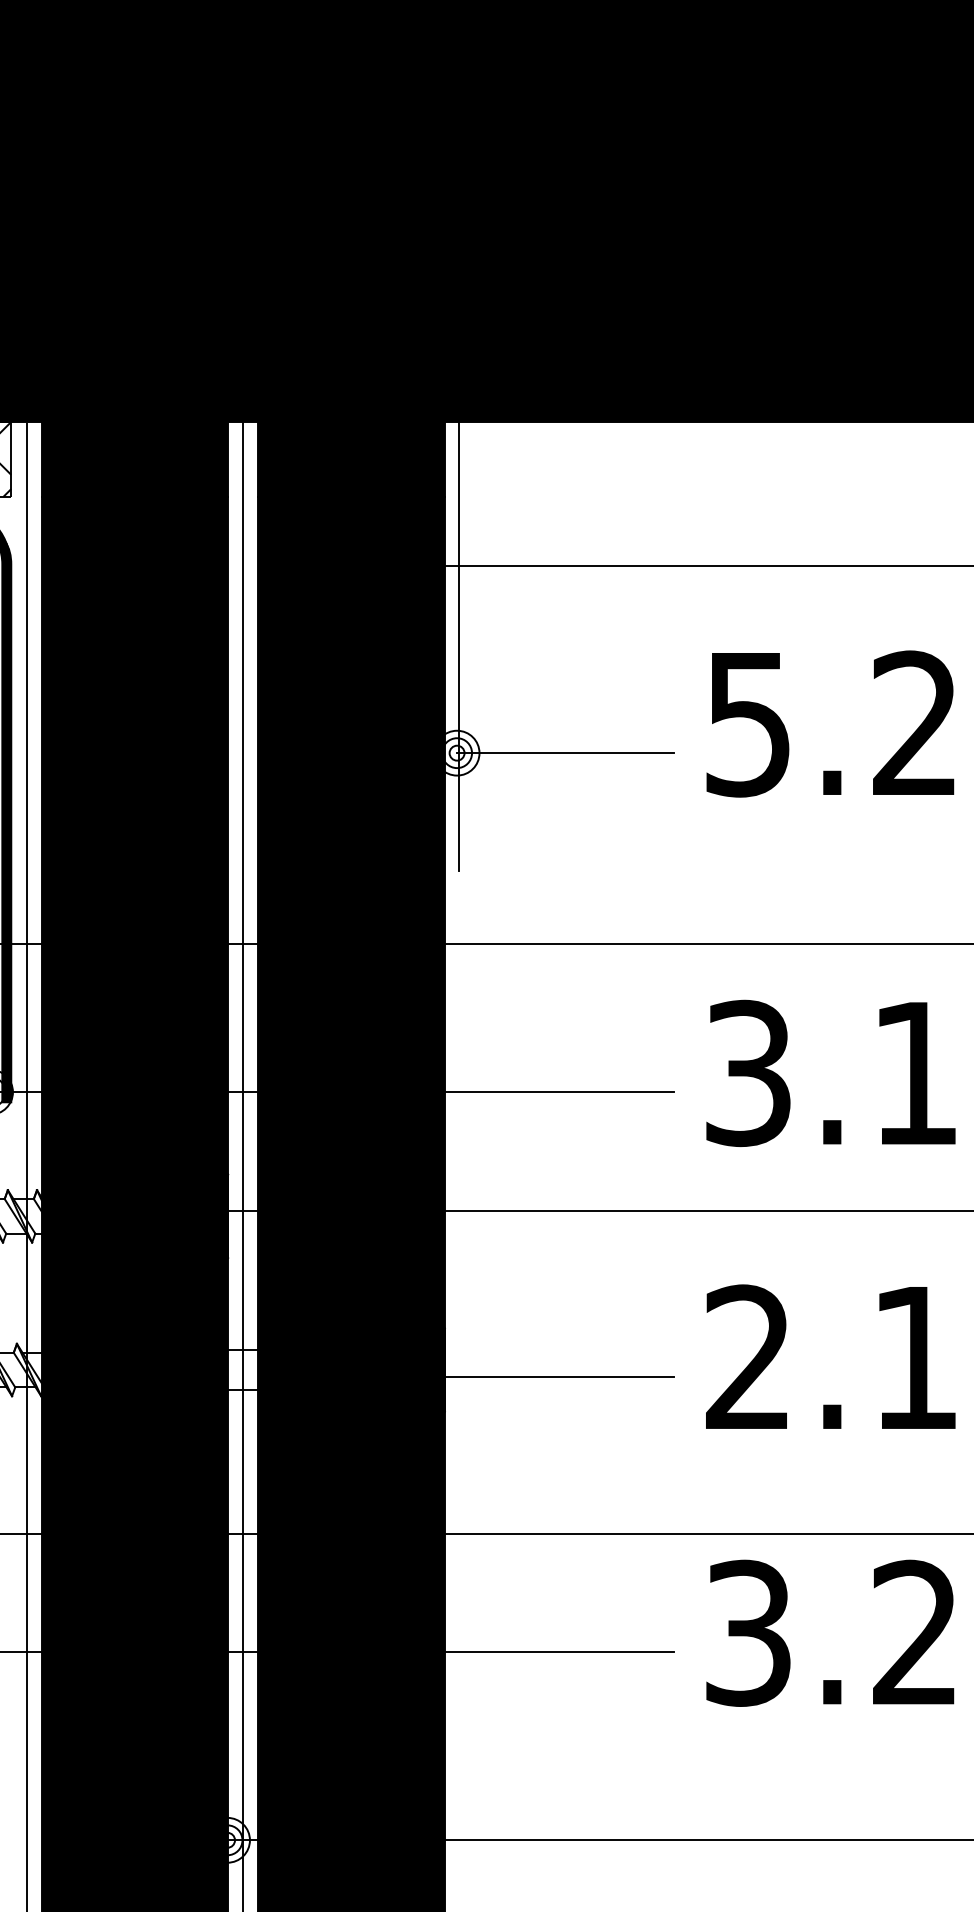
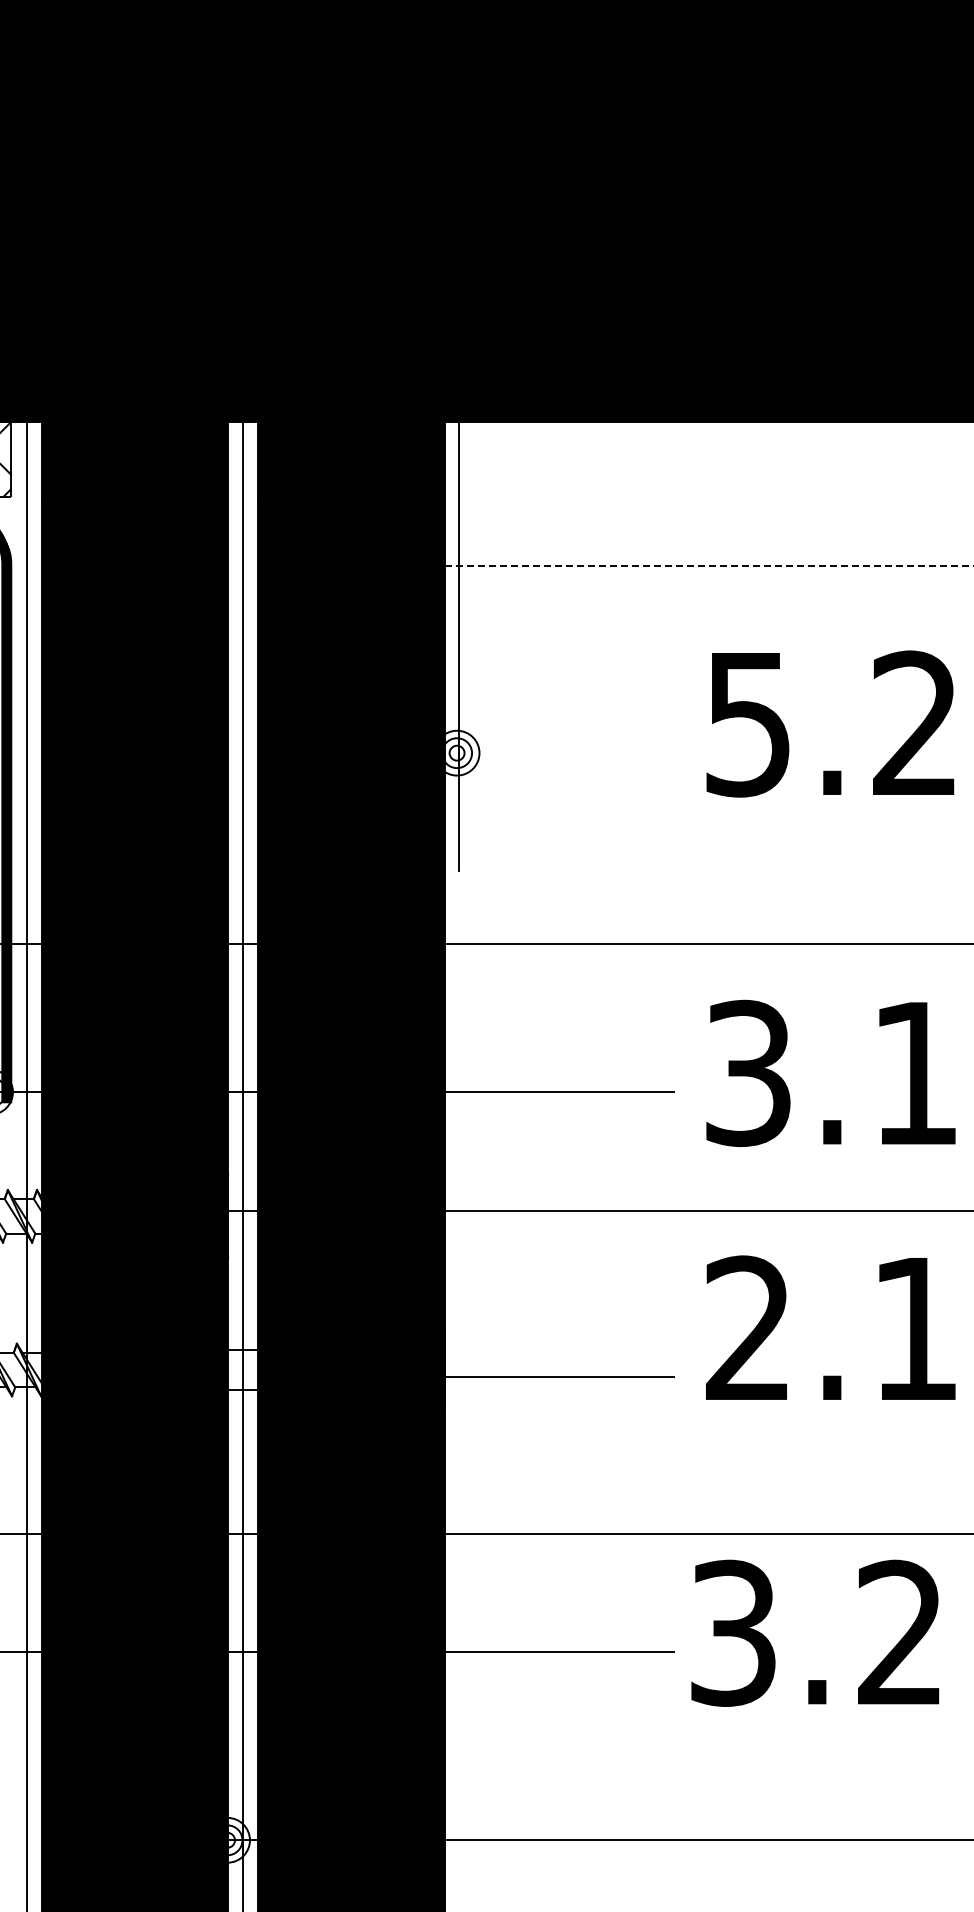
line at (698, 566): solid -> dashed
line at (565, 753): present -> none
text at (830, 1356) position: (830, 1356) -> (830, 1327)
text at (830, 1632) position: (830, 1632) -> (815, 1632)
